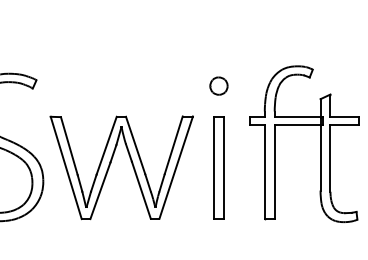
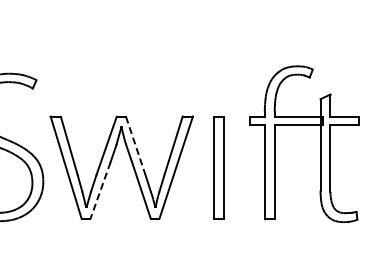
part at (218, 85): present -> none
line at (135, 145): solid -> dashed
line at (100, 191): solid -> dashed
